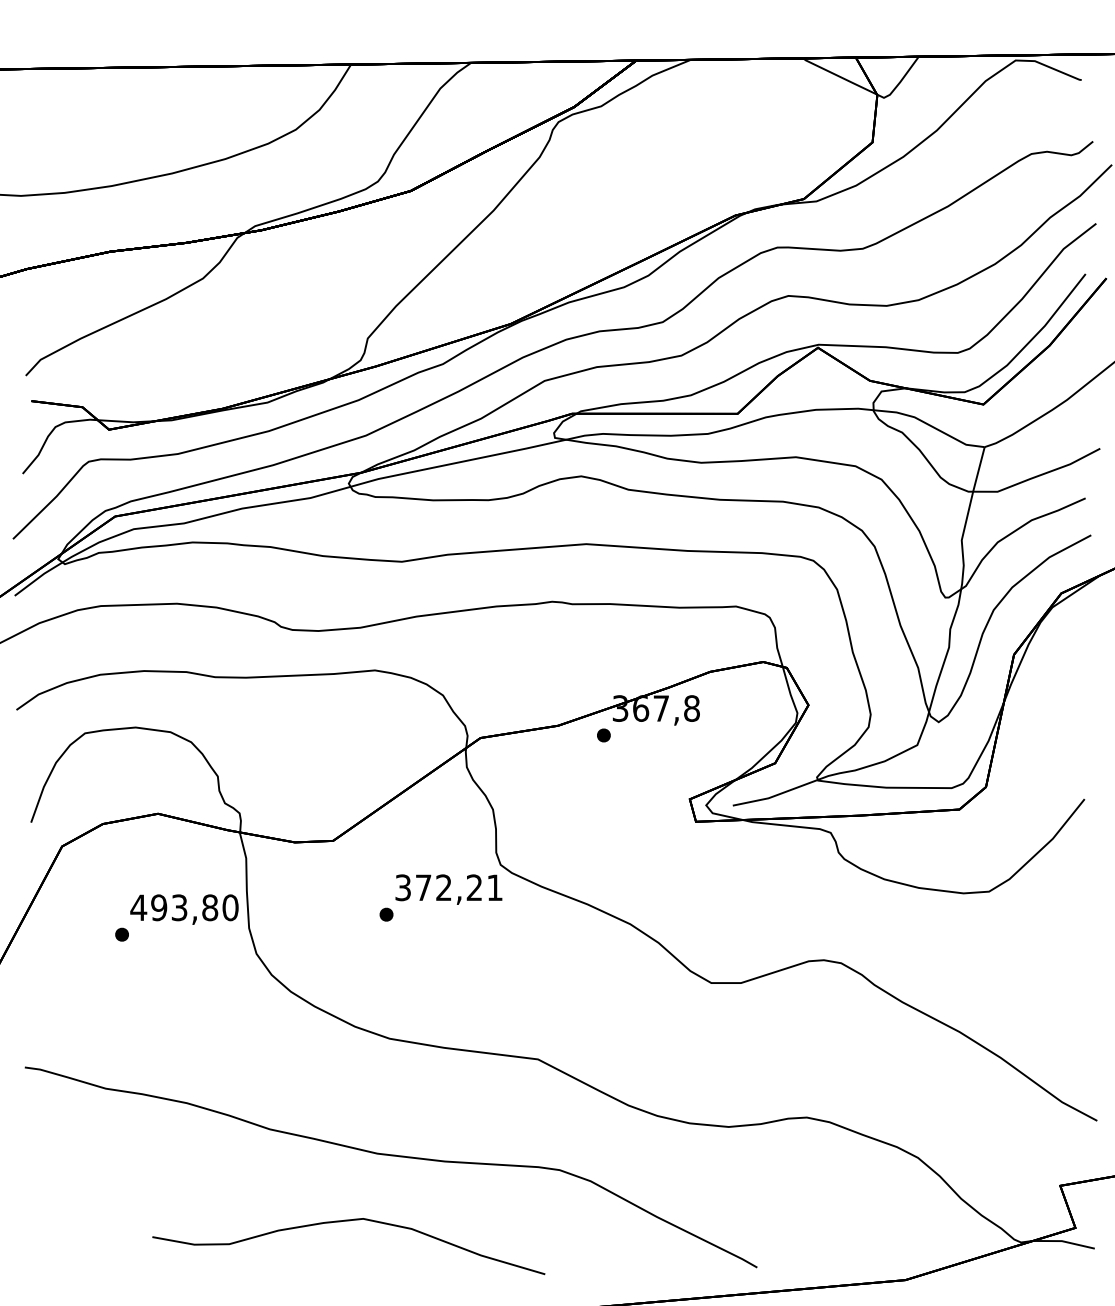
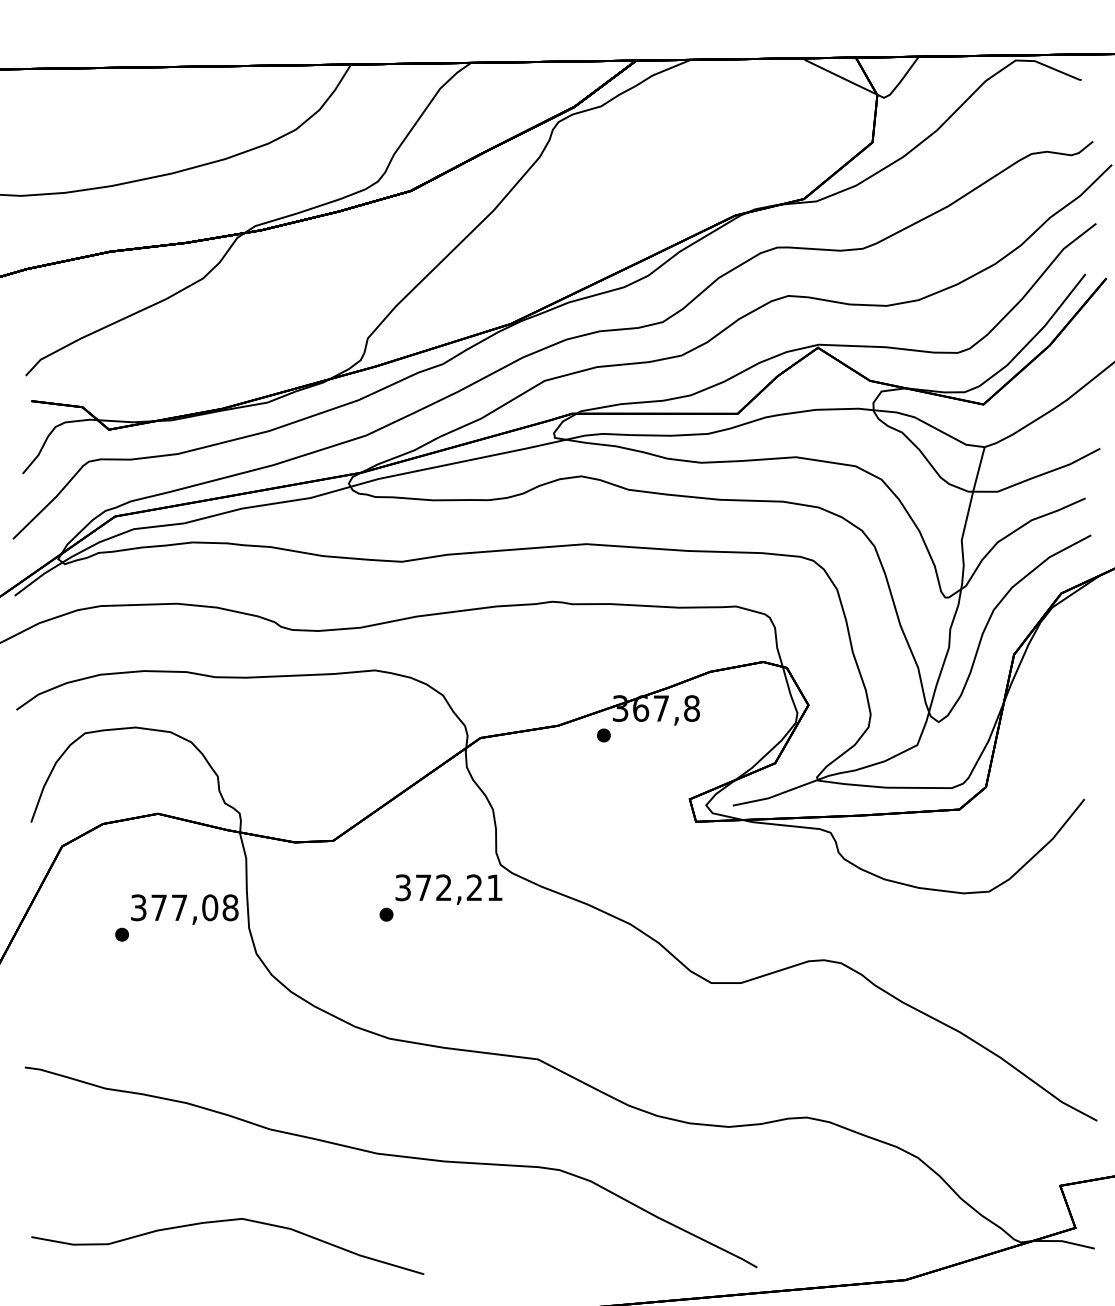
text at (184, 907): 493,80 -> 377,08
curve at (348, 1221) position: (348, 1221) -> (227, 1221)
